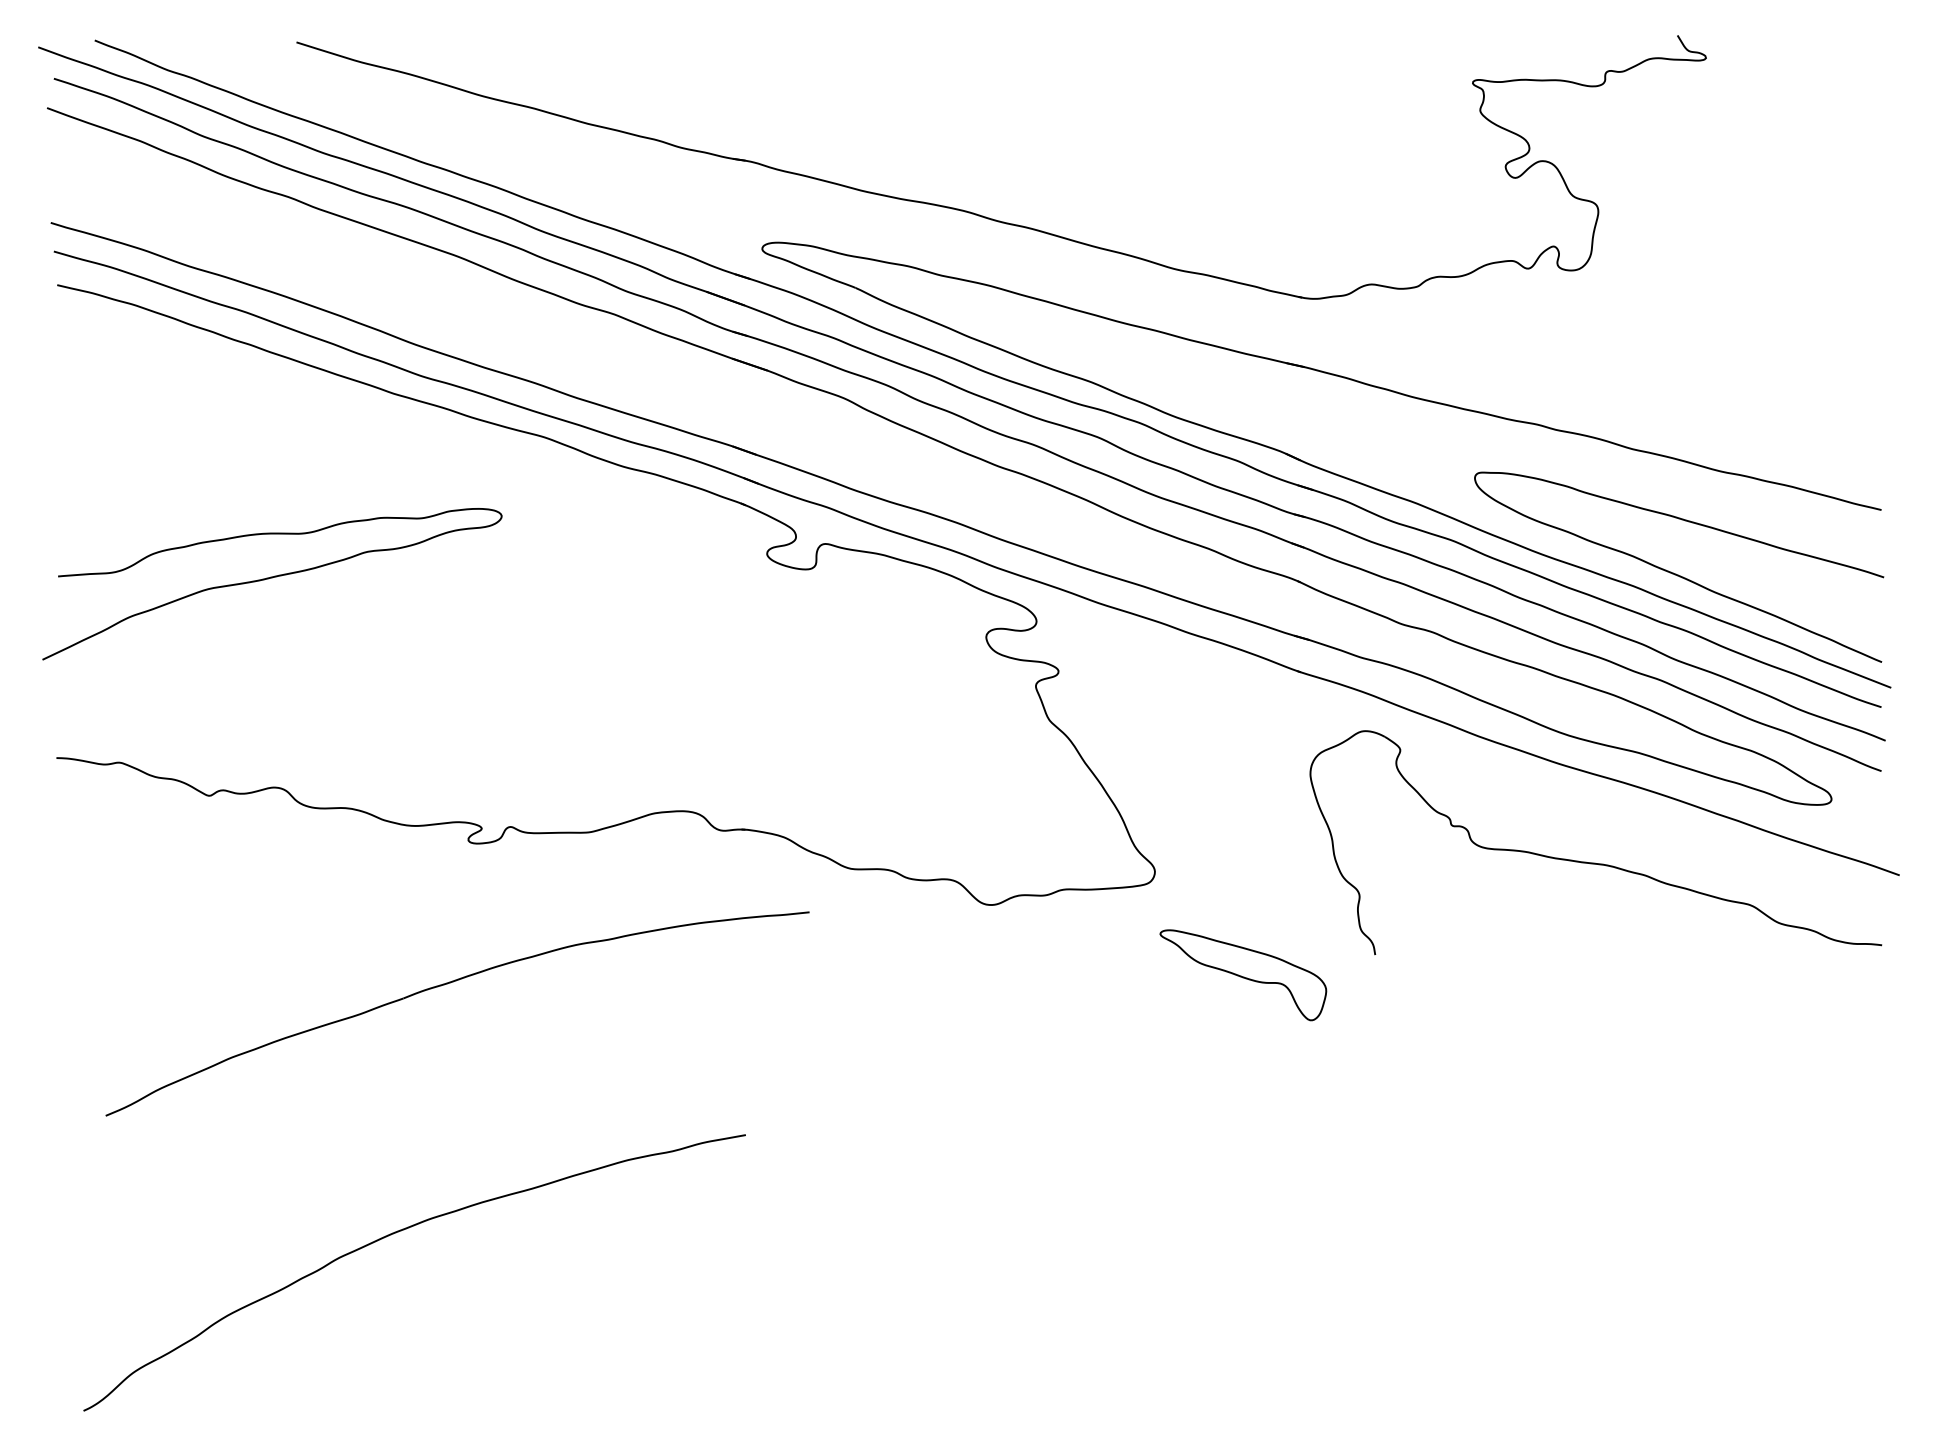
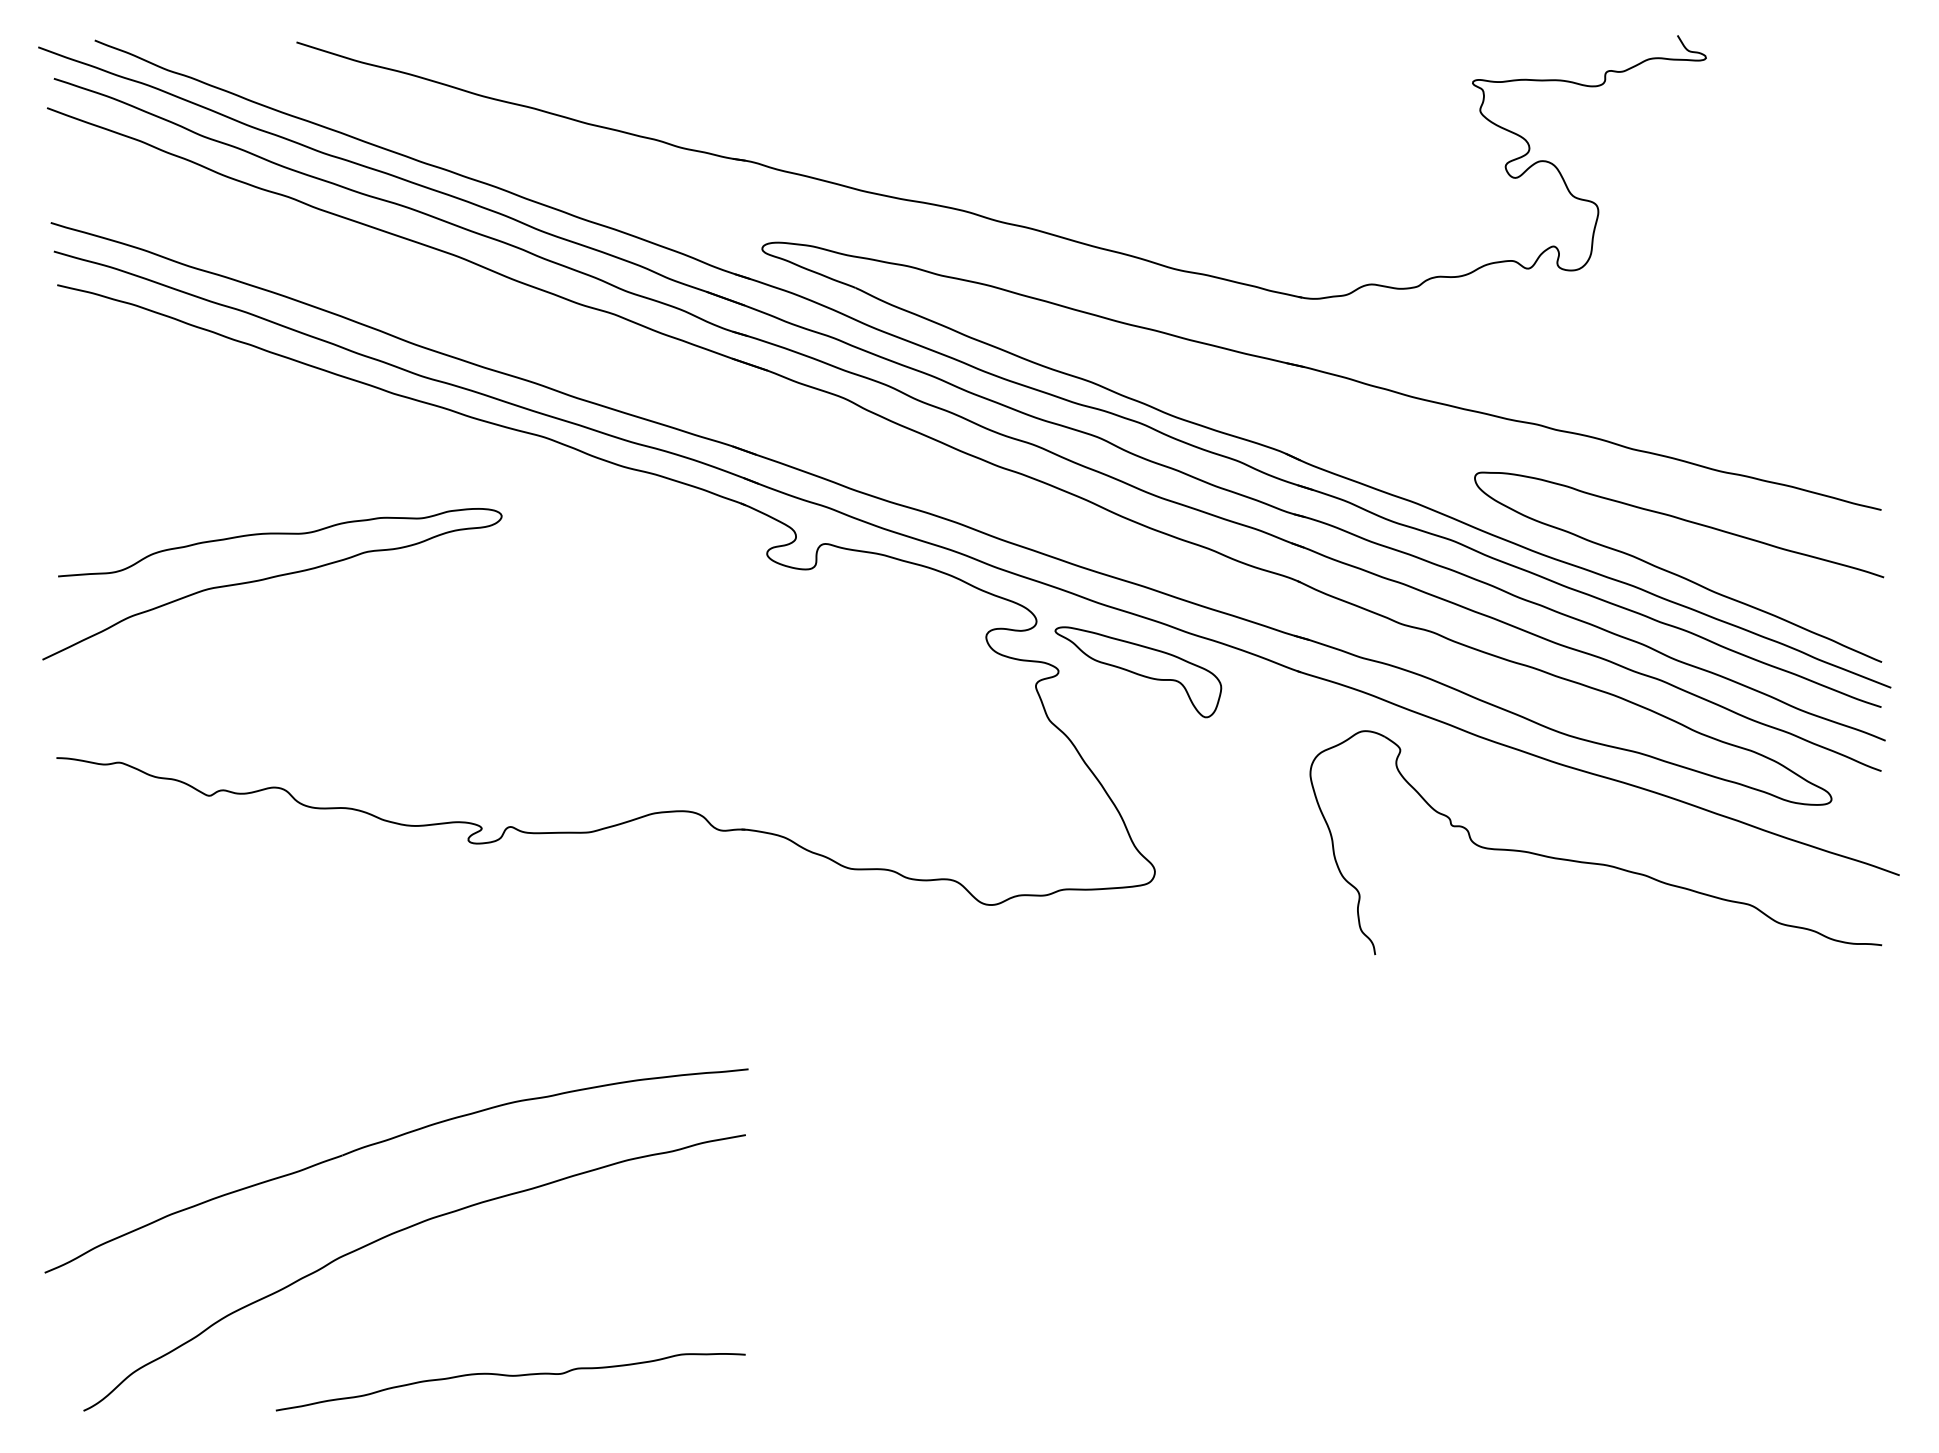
part at (1243, 975) position: (1243, 975) -> (1138, 672)
part at (447, 984) position: (447, 984) -> (386, 1141)
curve at (510, 1376): none -> present
